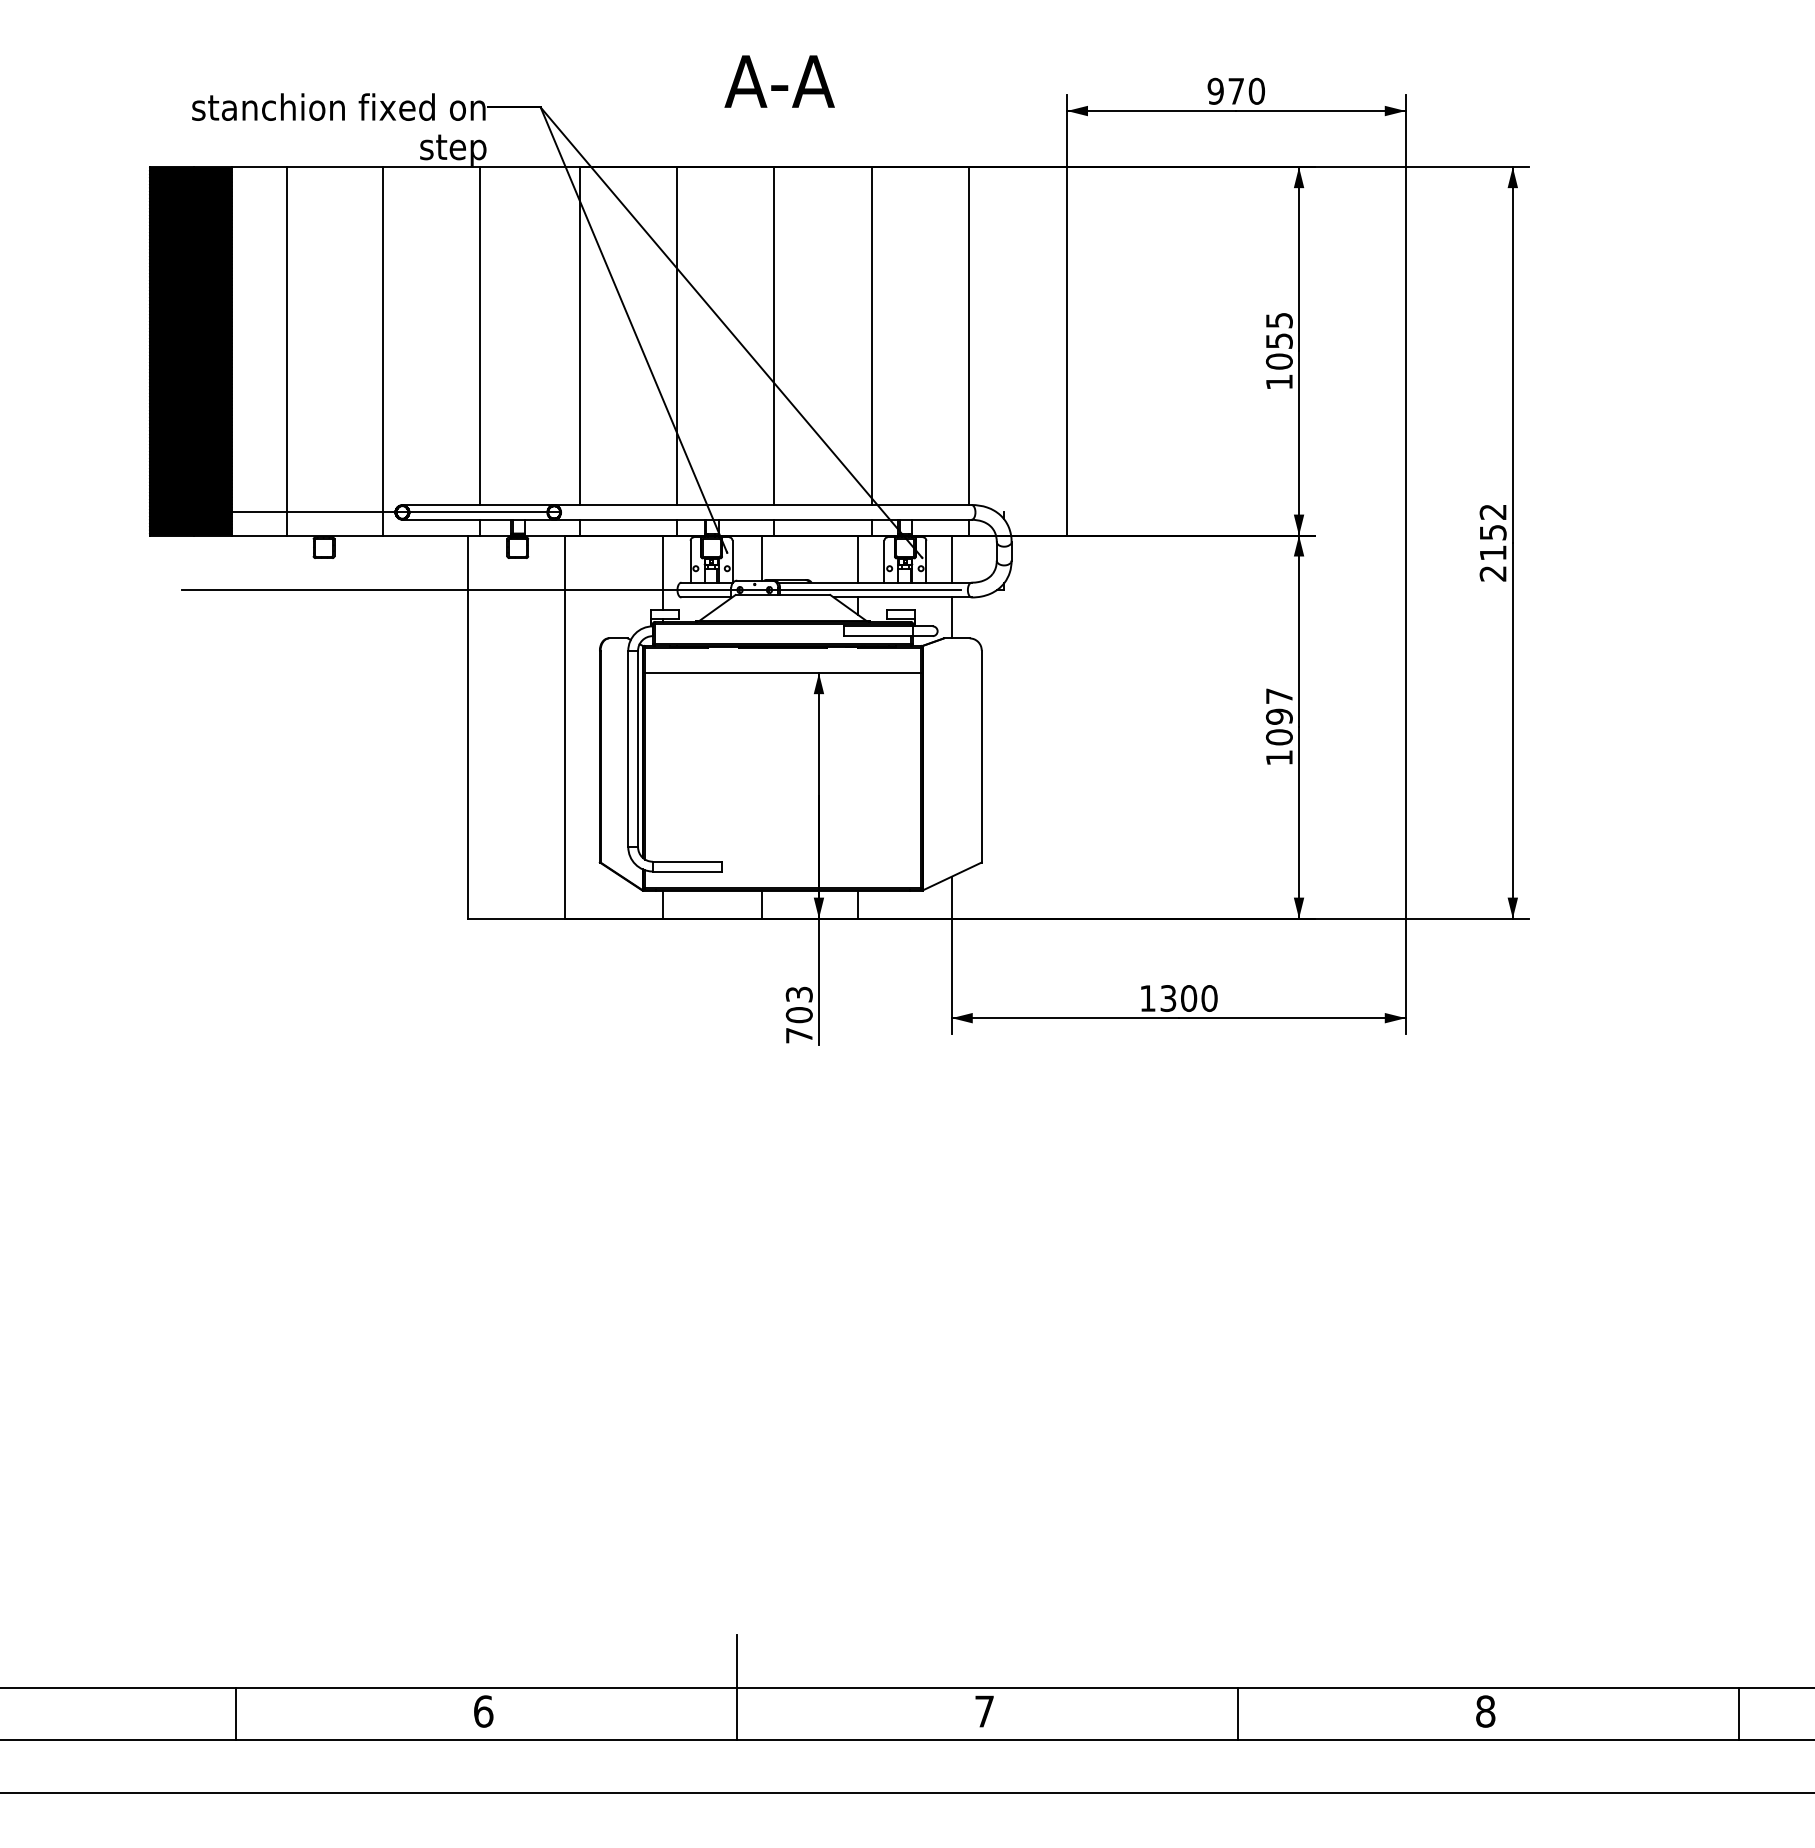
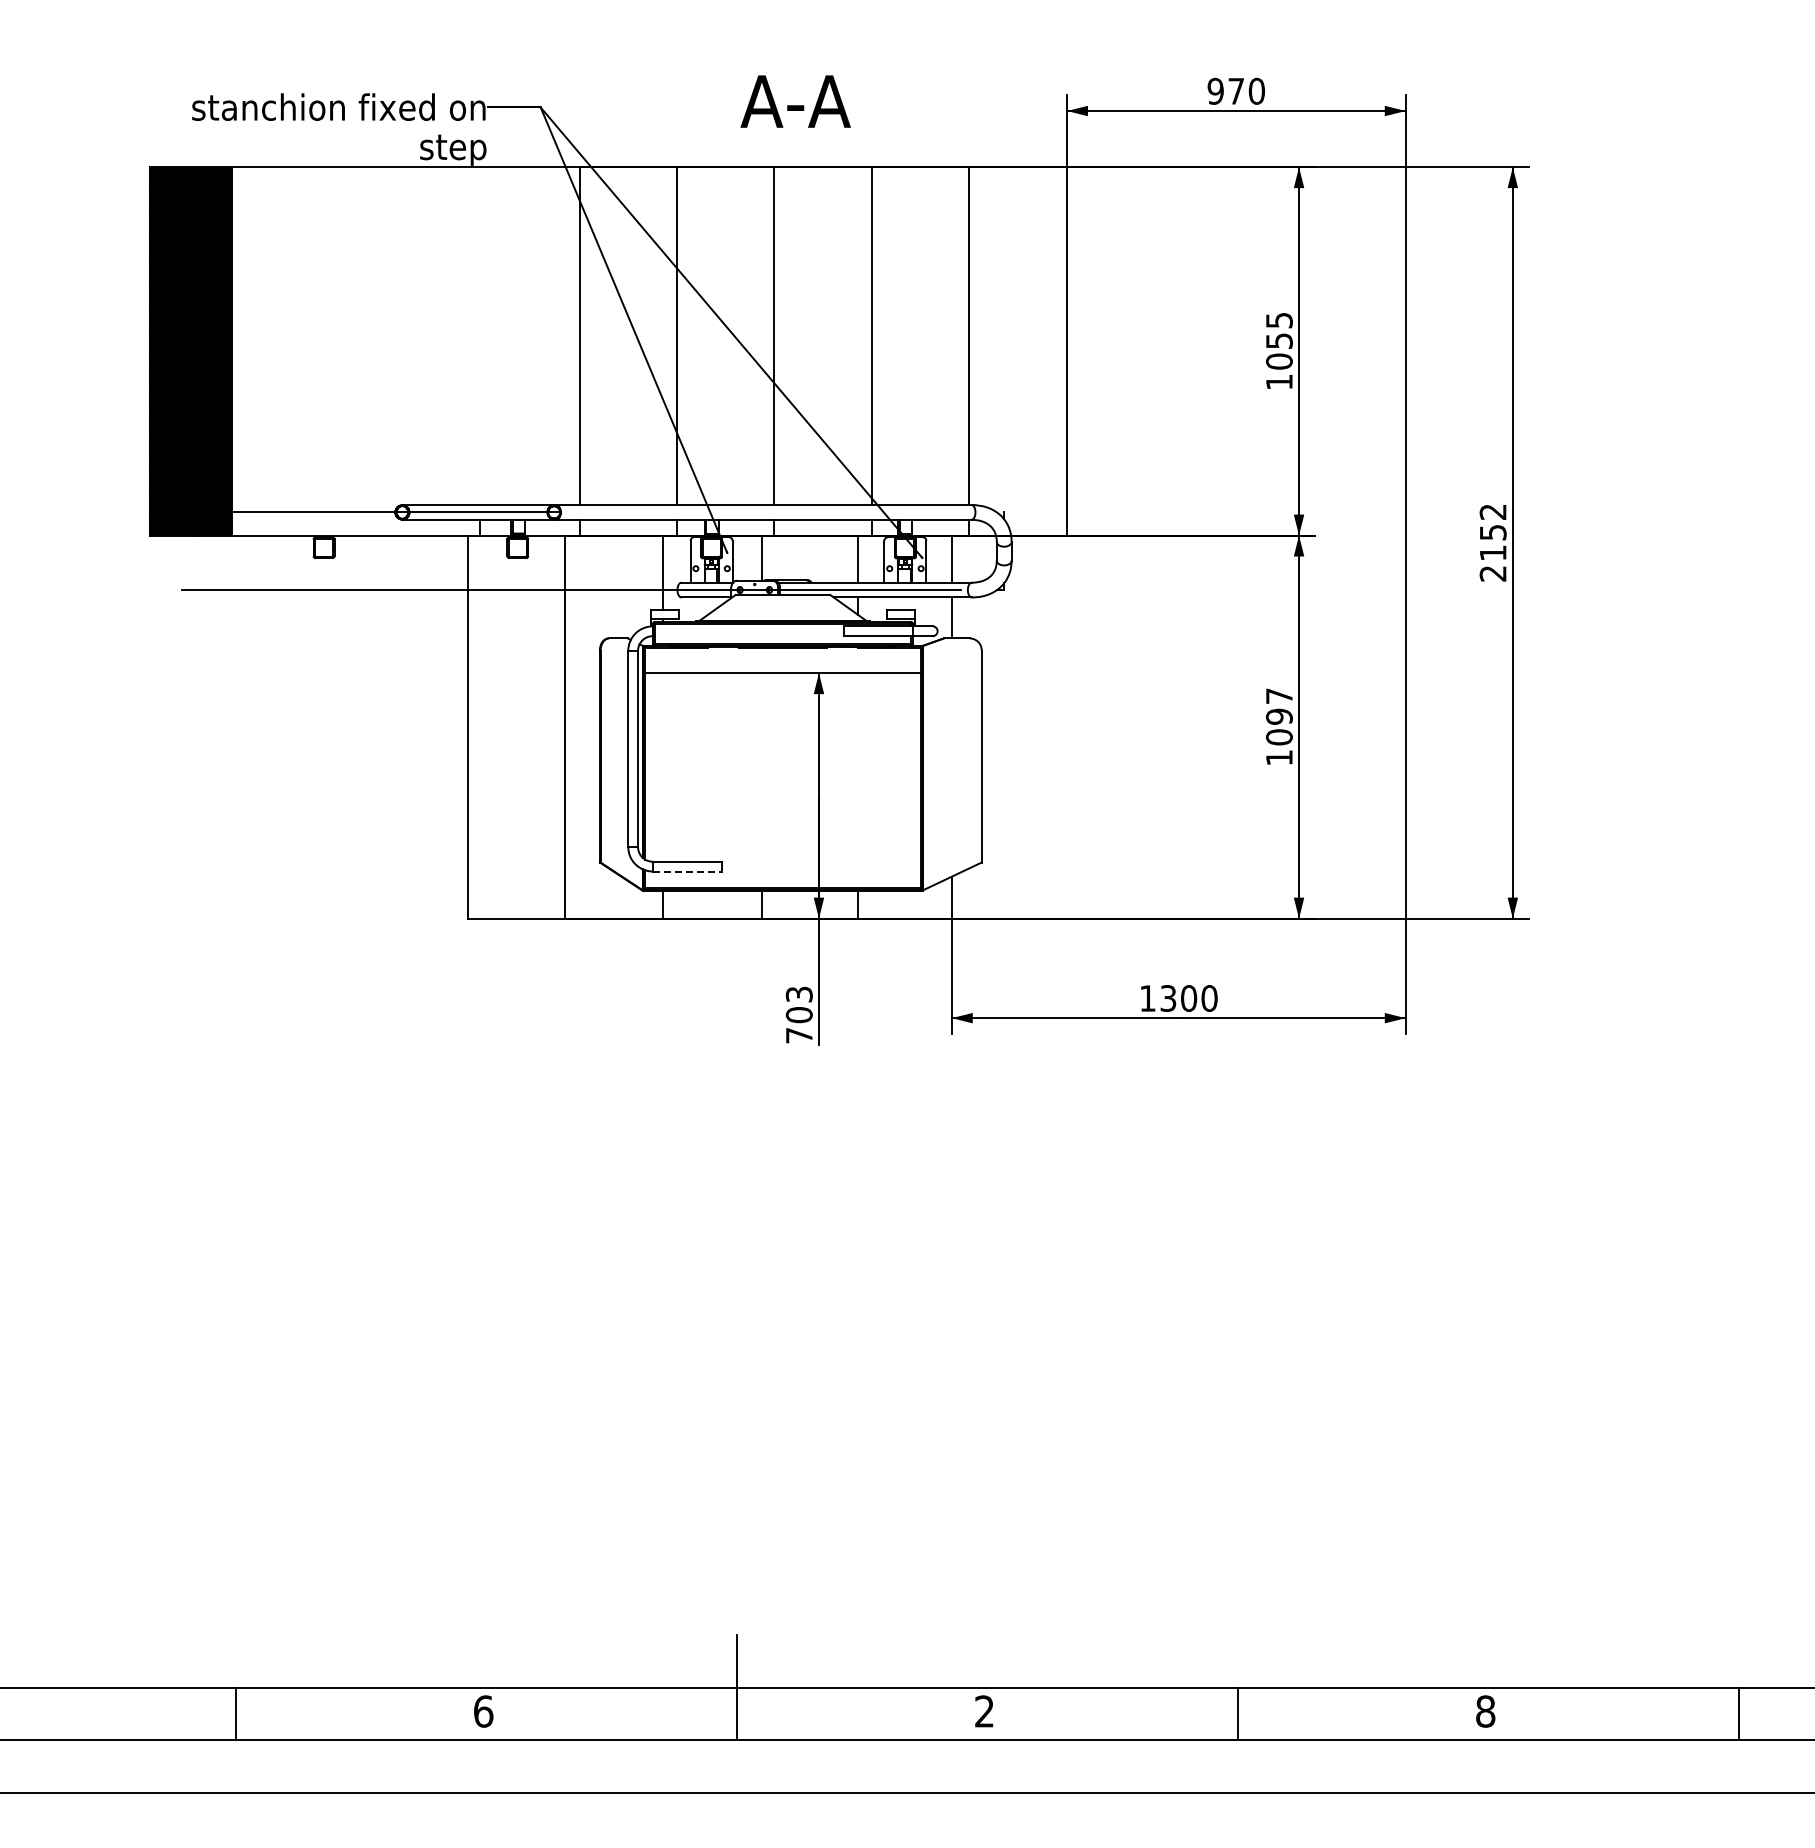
text at (779, 81) position: (779, 81) -> (795, 101)
line at (480, 336): present -> none
line at (286, 351): present -> none
line at (383, 351): present -> none
line at (687, 871): solid -> dashed
text at (984, 1711): 7 -> 2
